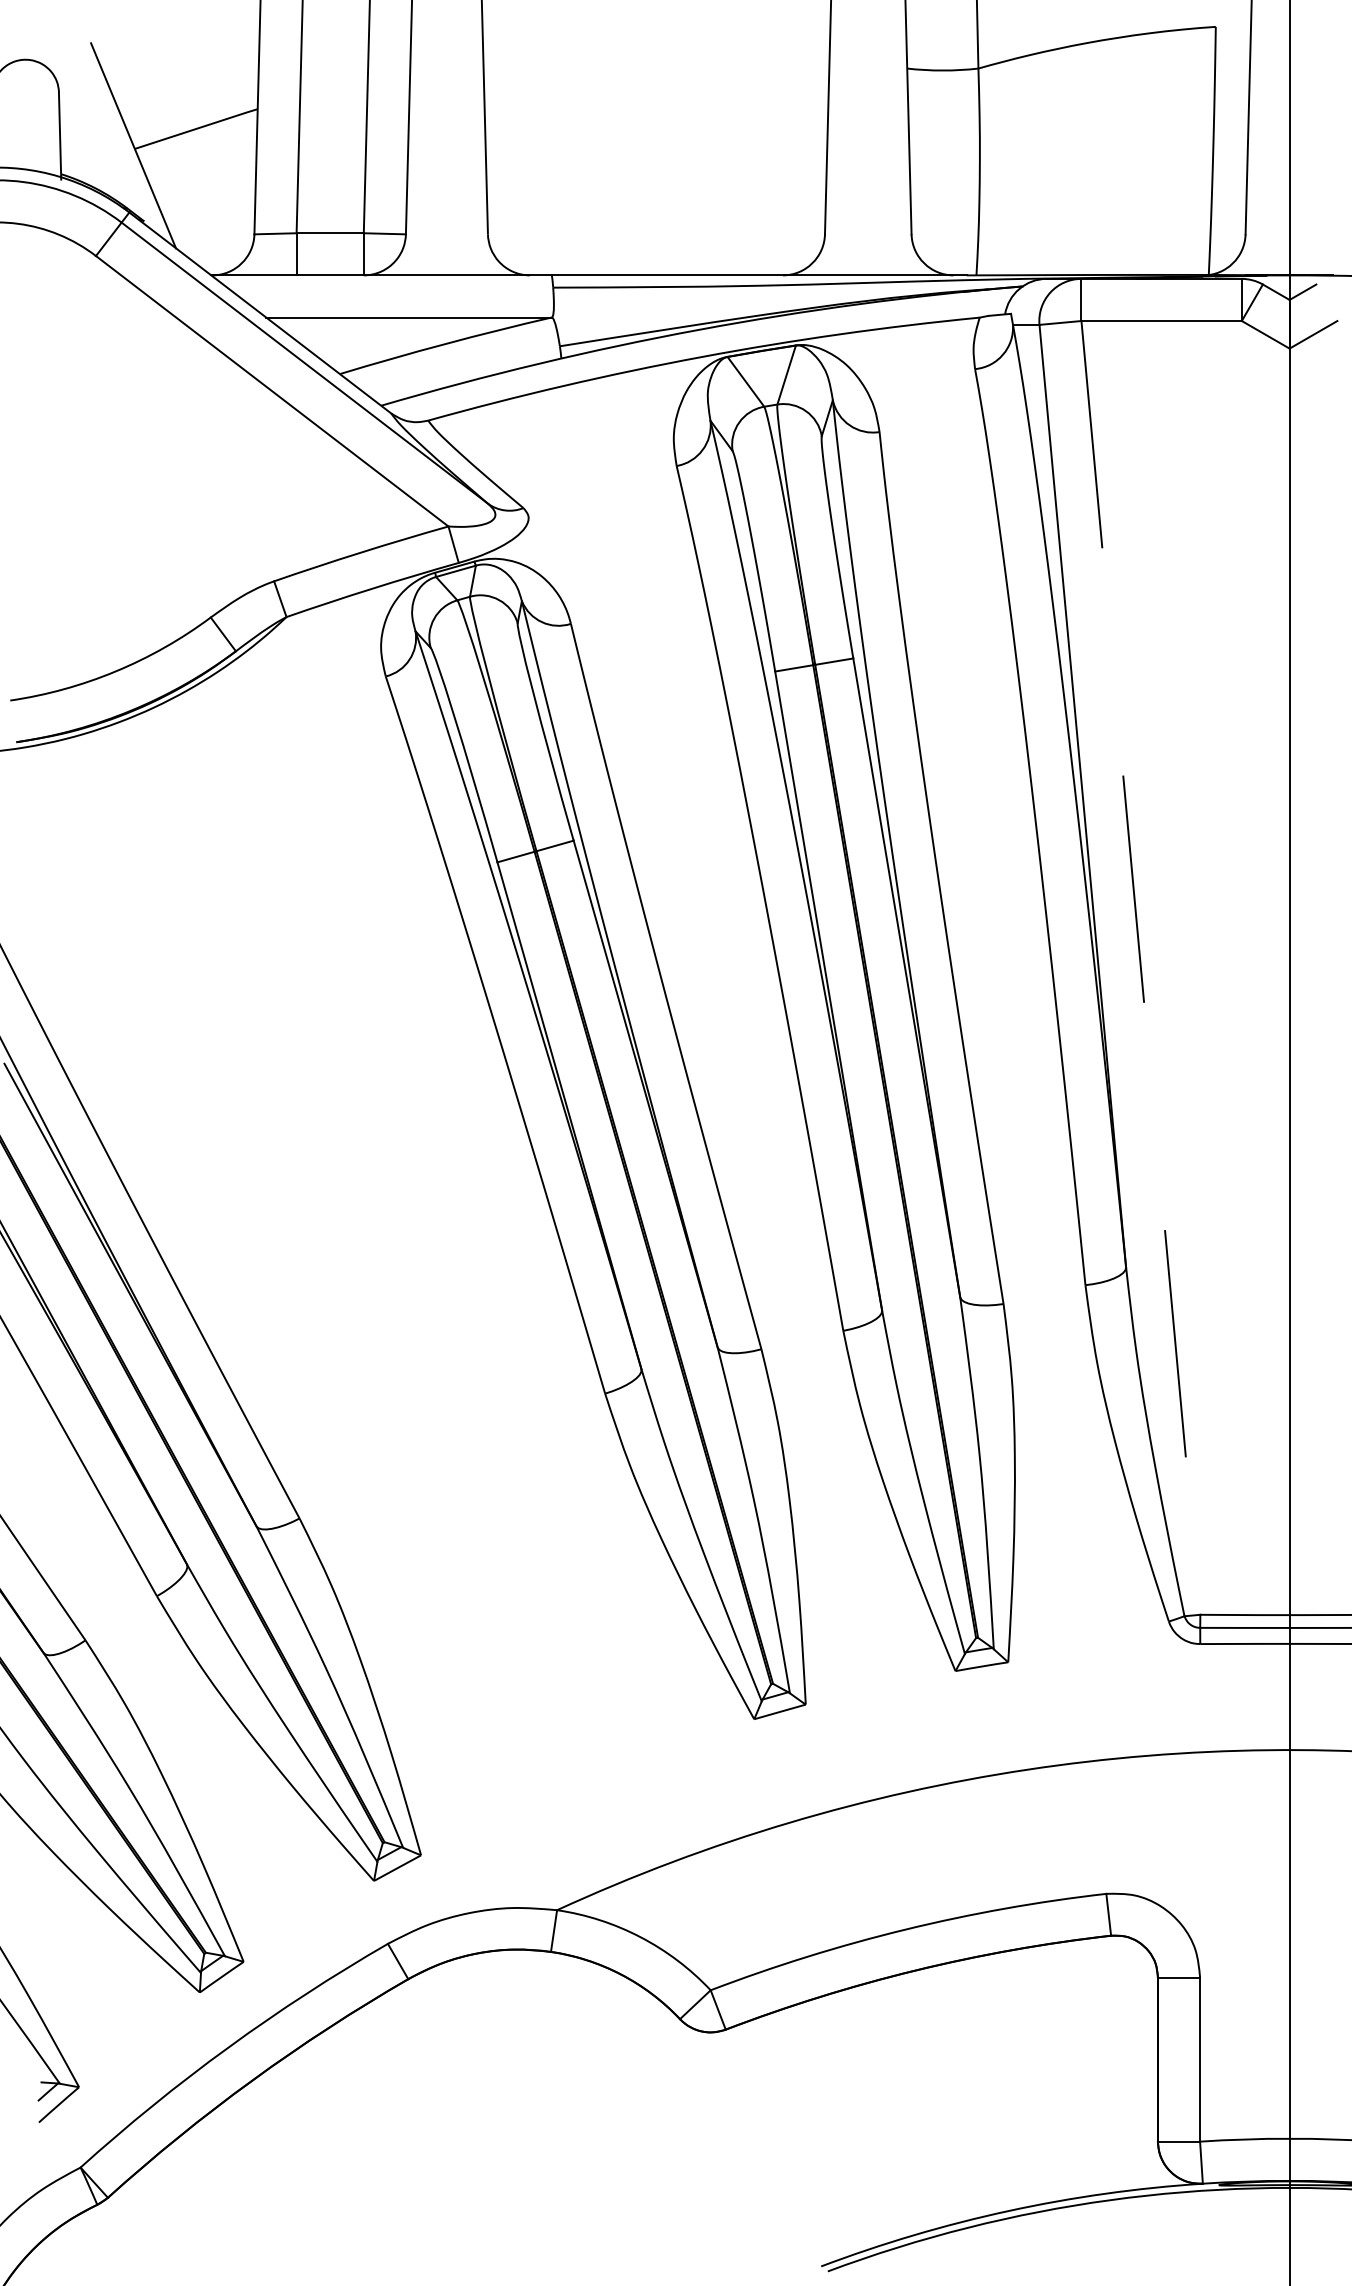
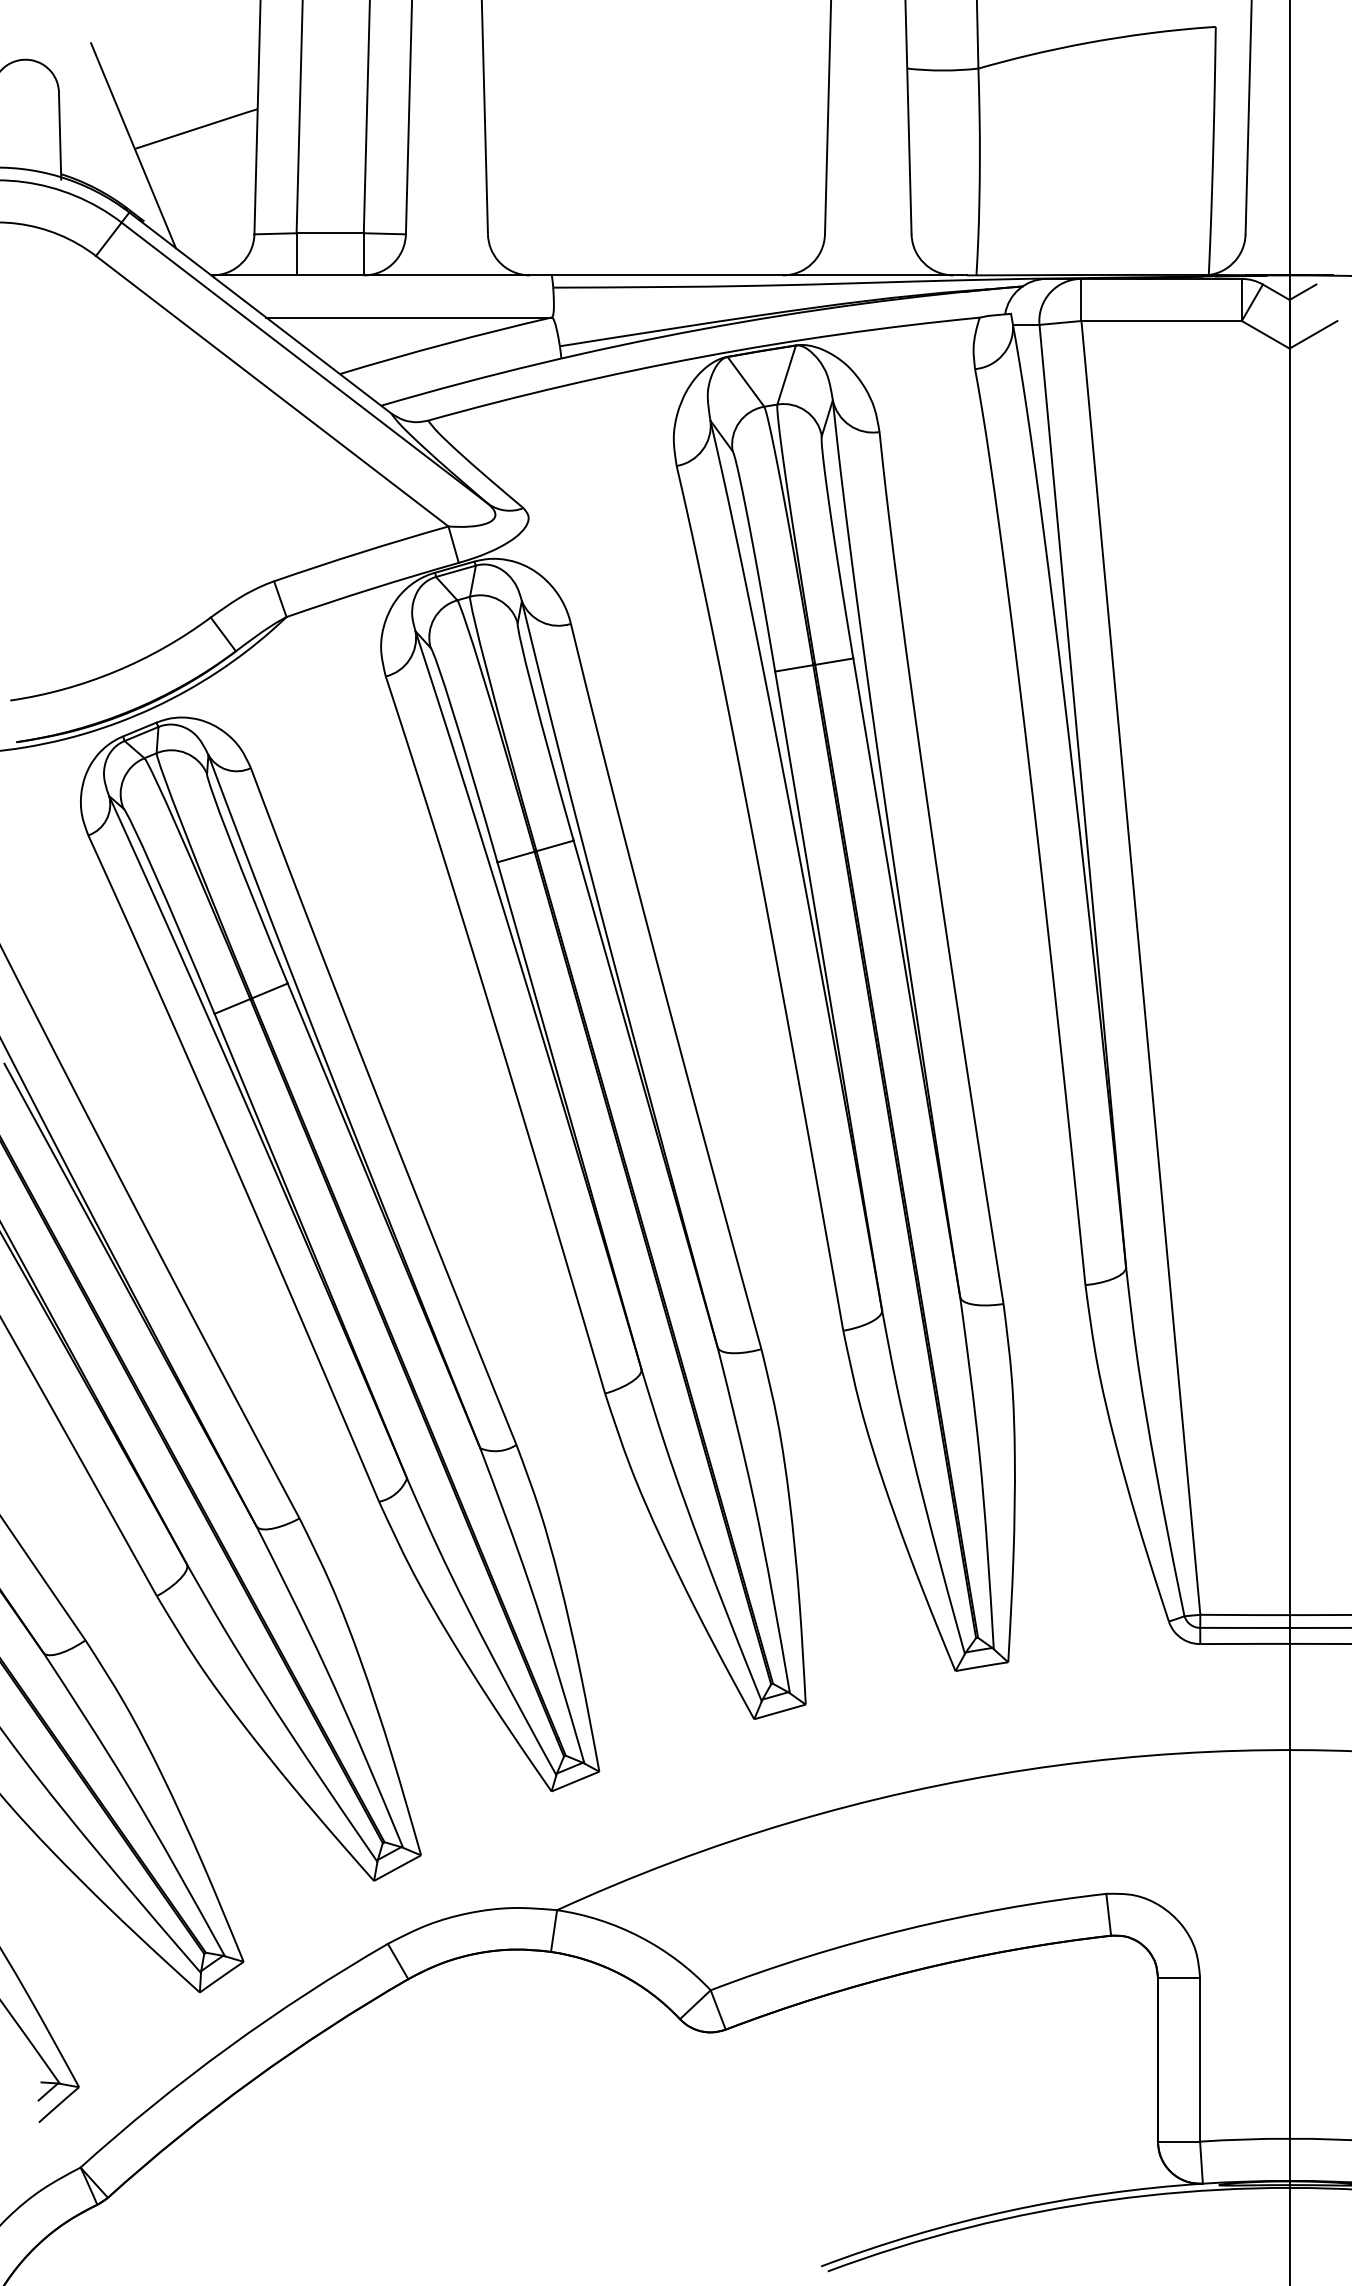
line at (1140, 967): dashed -> solid
part at (340, 1254): none -> present
